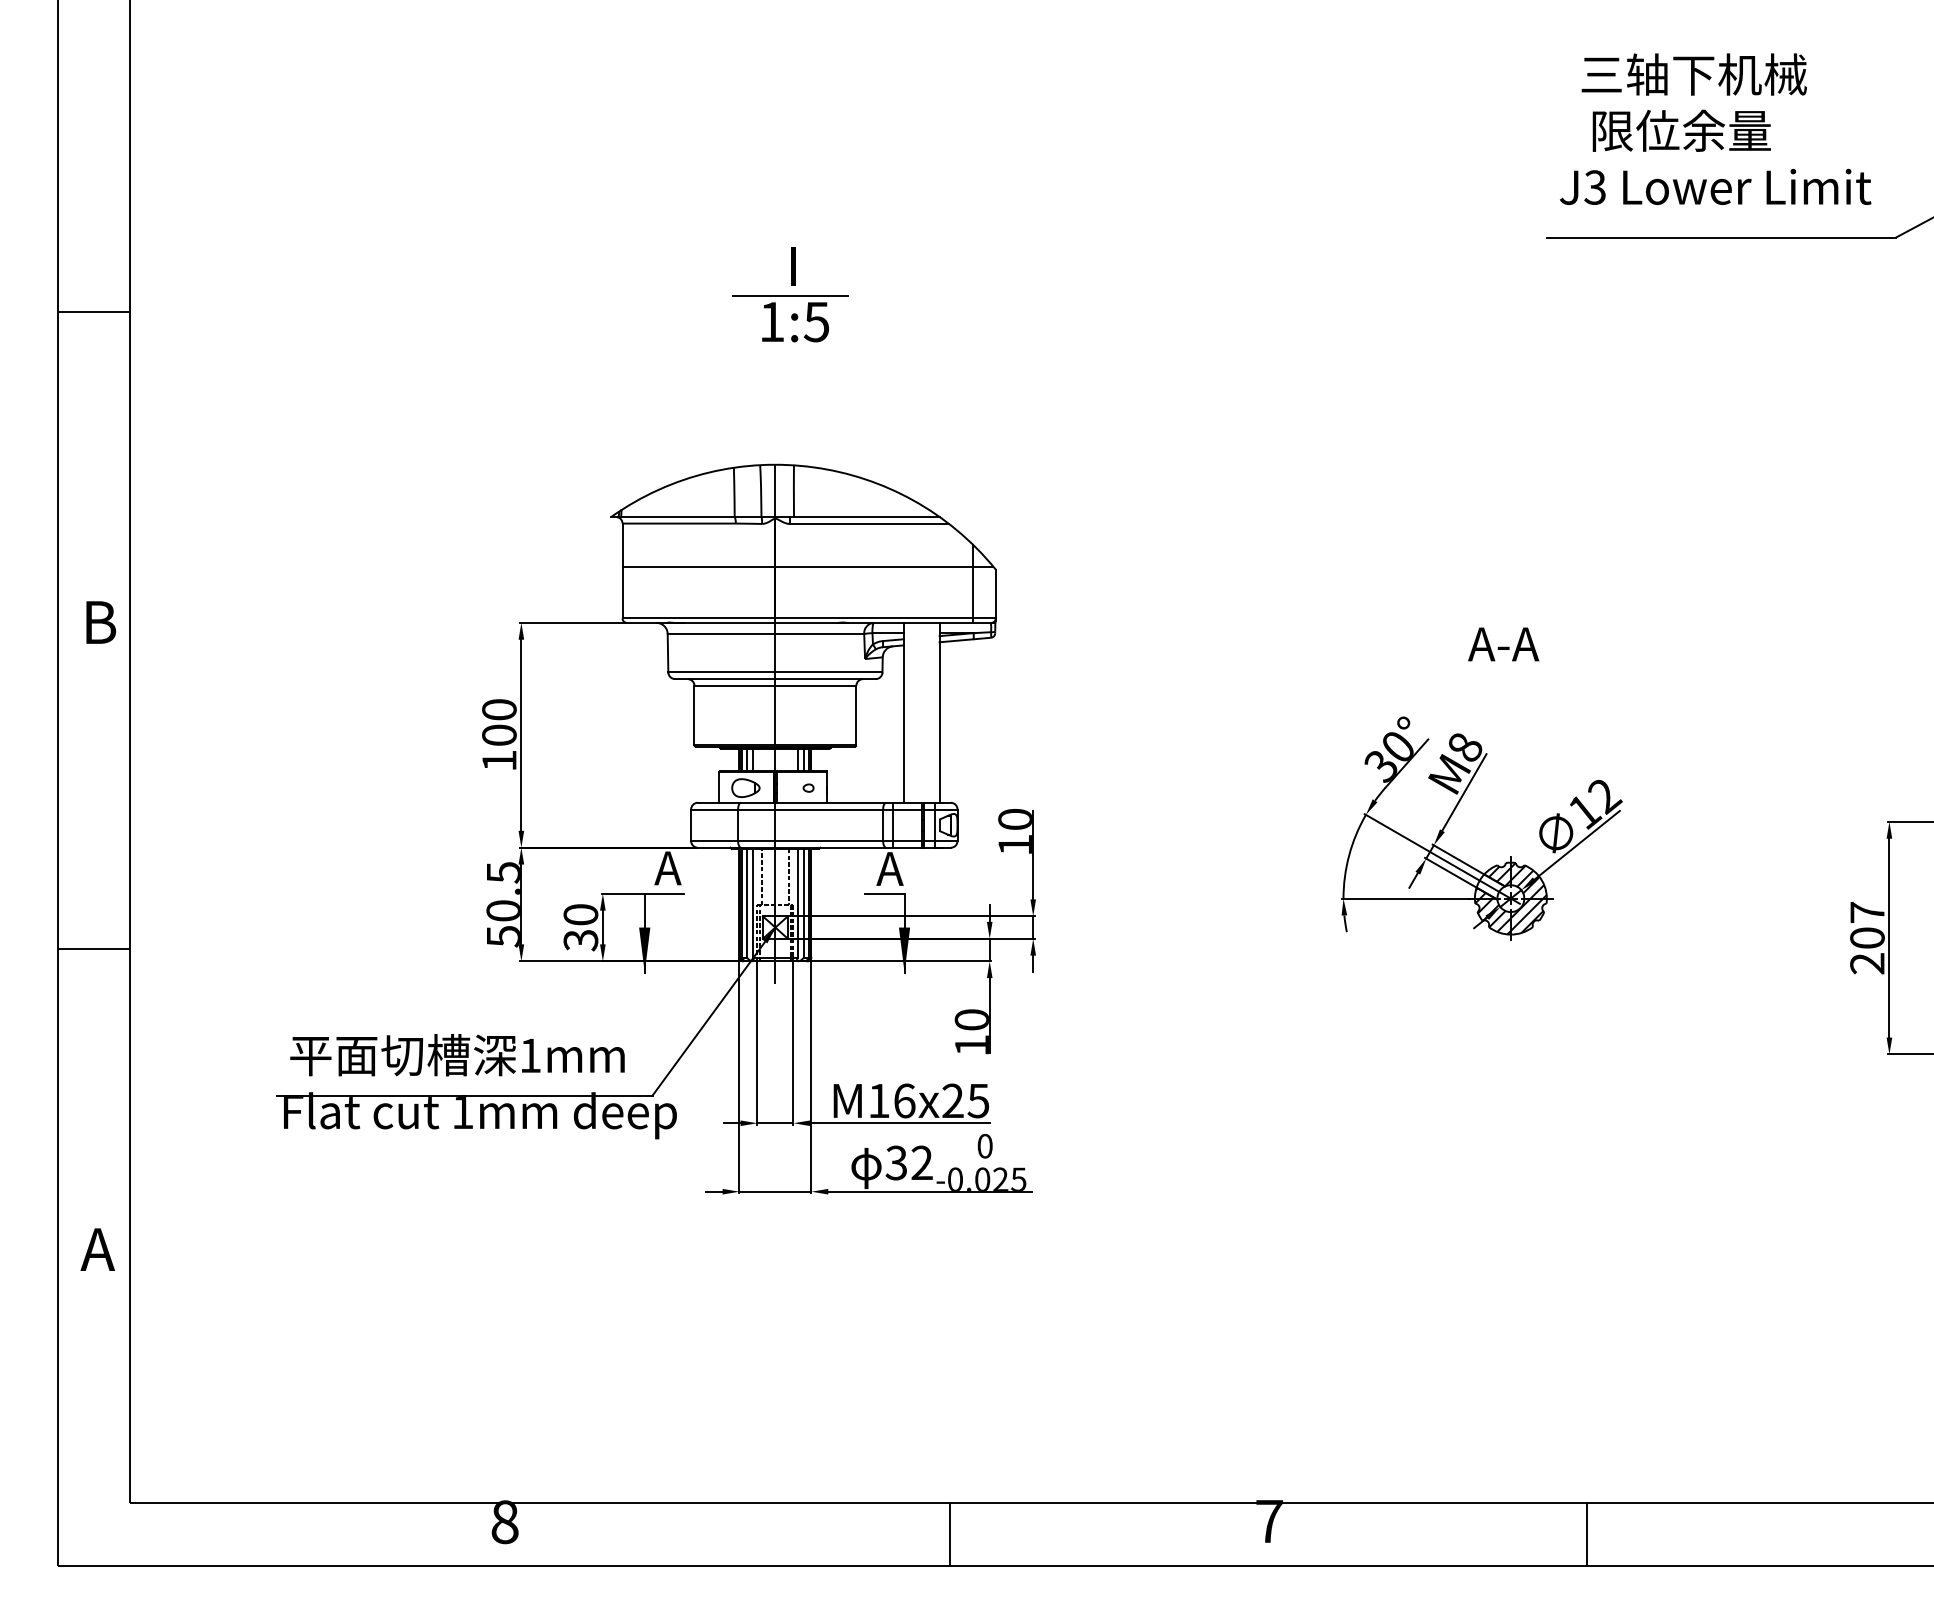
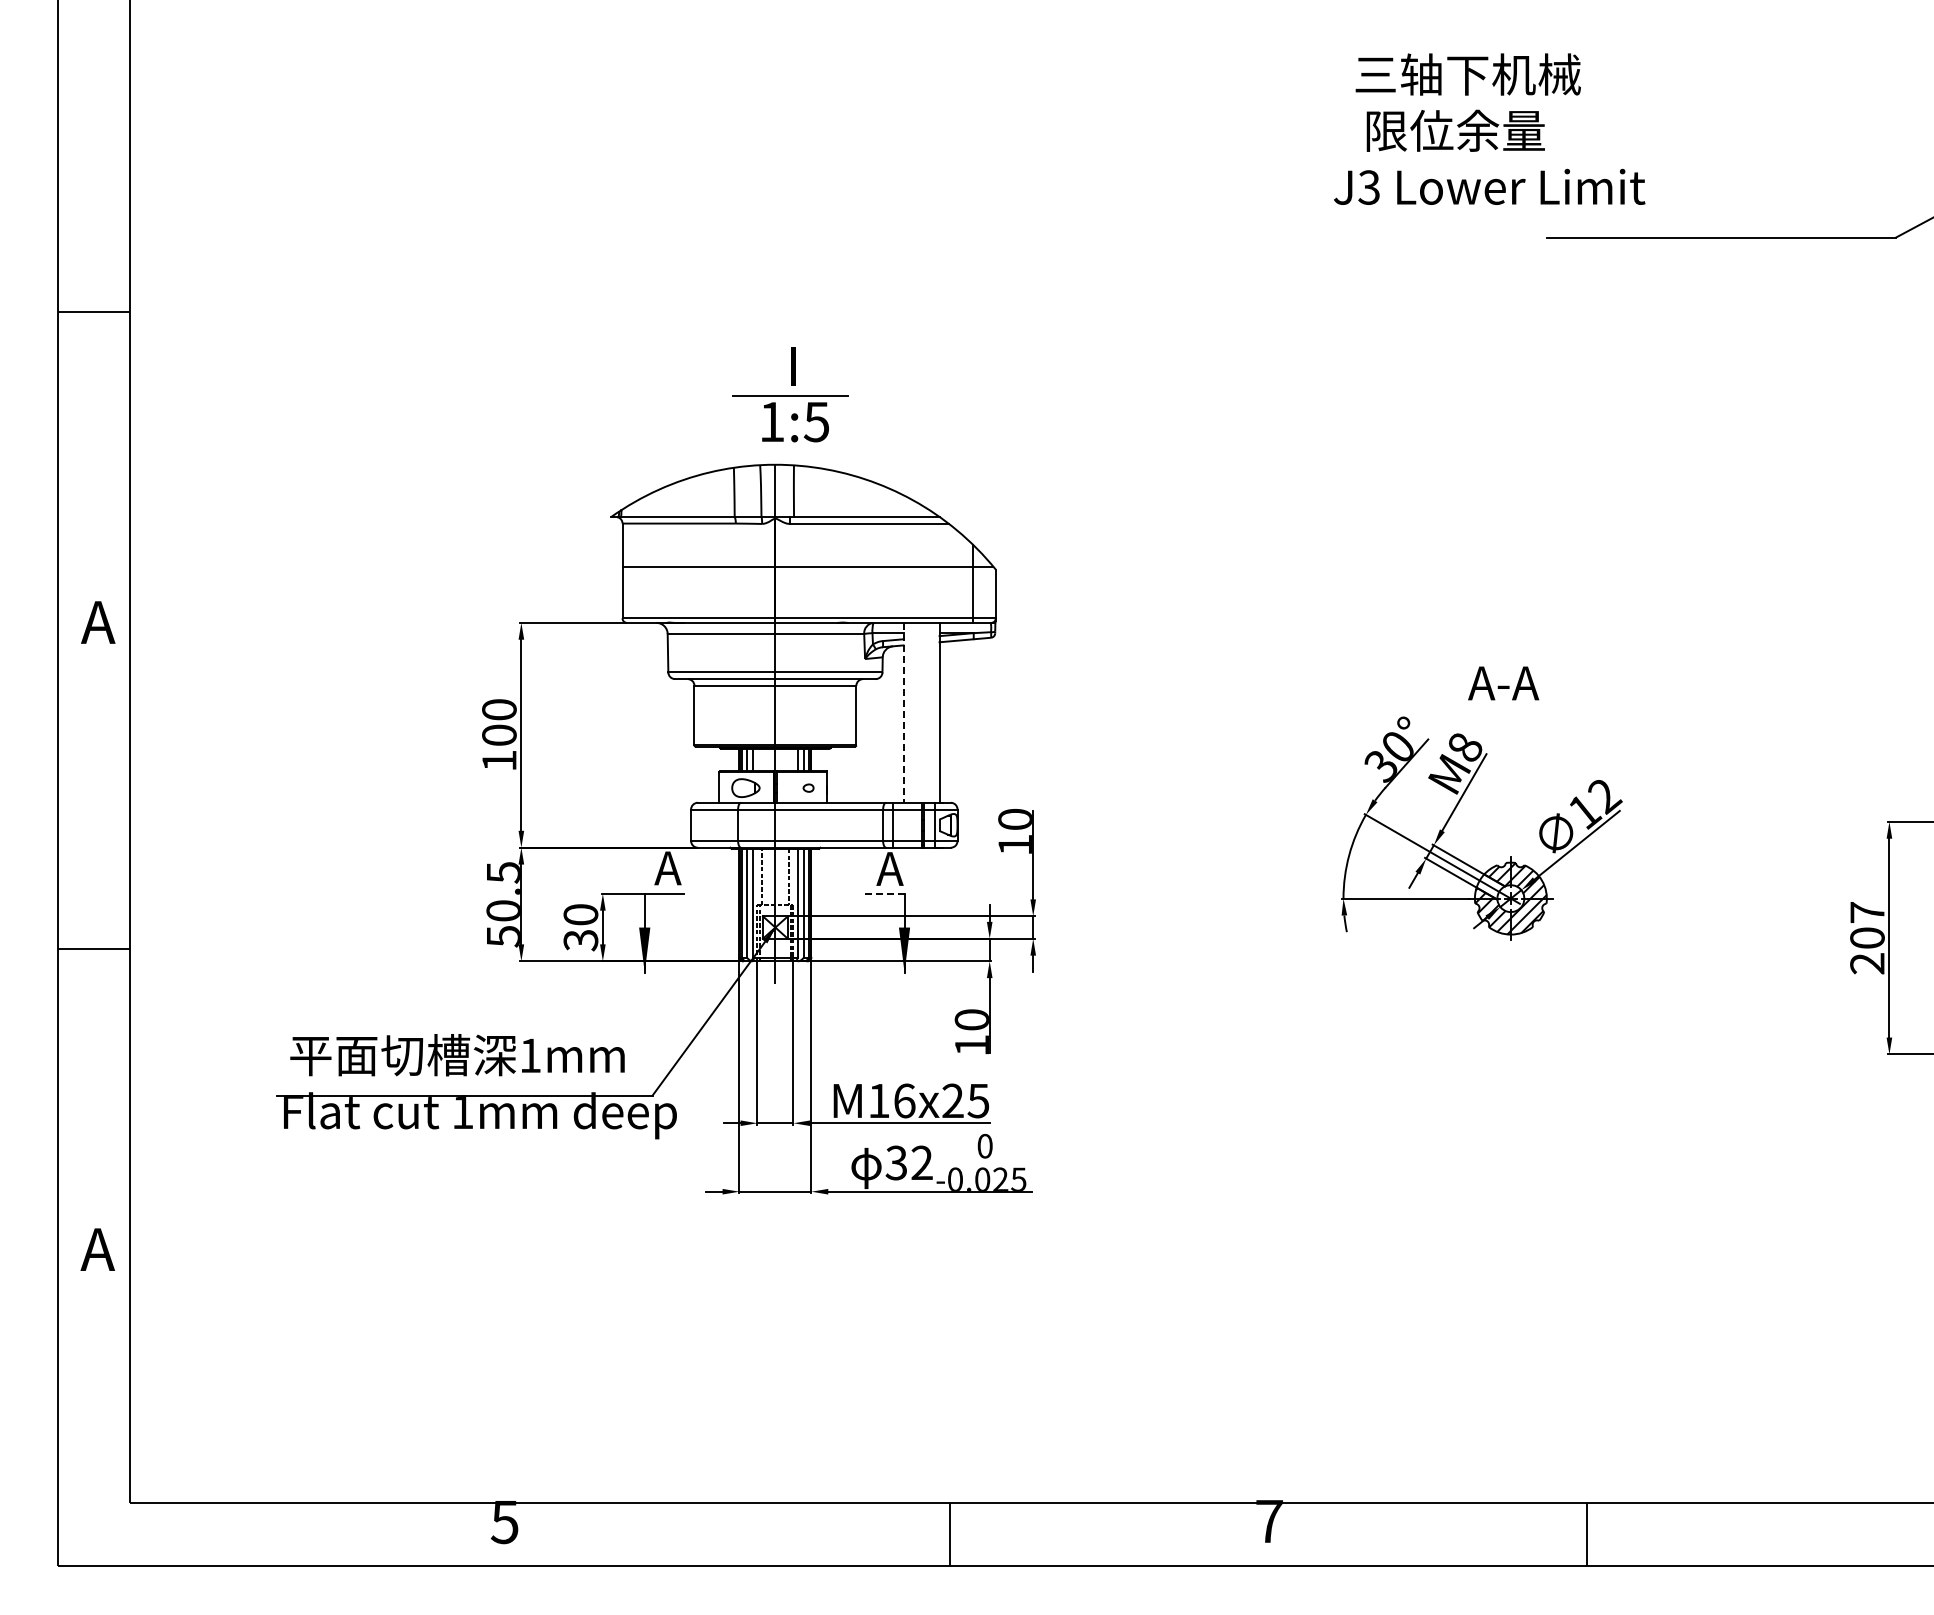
text at (1715, 128) position: (1715, 128) -> (1489, 128)
part at (790, 294) position: (790, 294) -> (790, 394)
text at (98, 622): B -> A
text at (1503, 644) position: (1503, 644) -> (1503, 683)
line at (903, 712): solid -> dashed
line at (884, 893): solid -> dashed
text at (504, 1522): 8 -> 5
